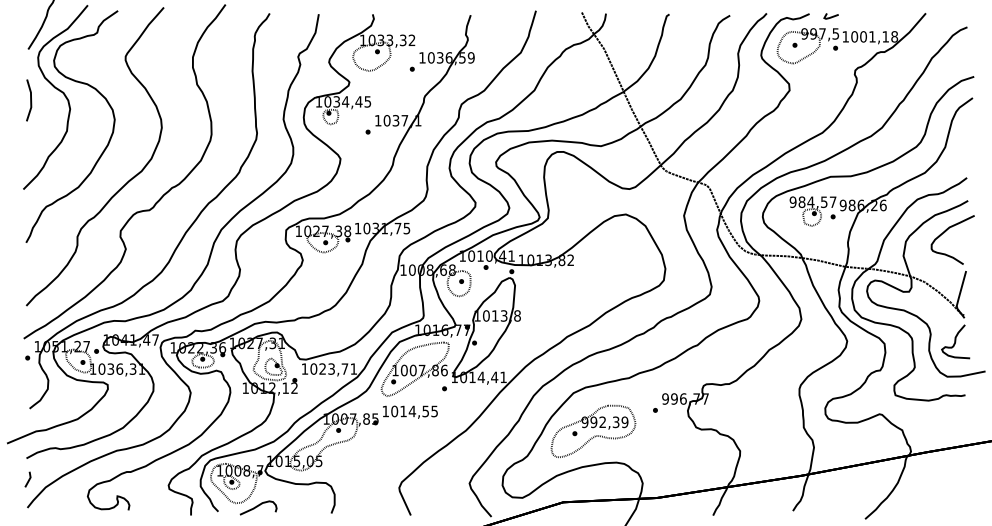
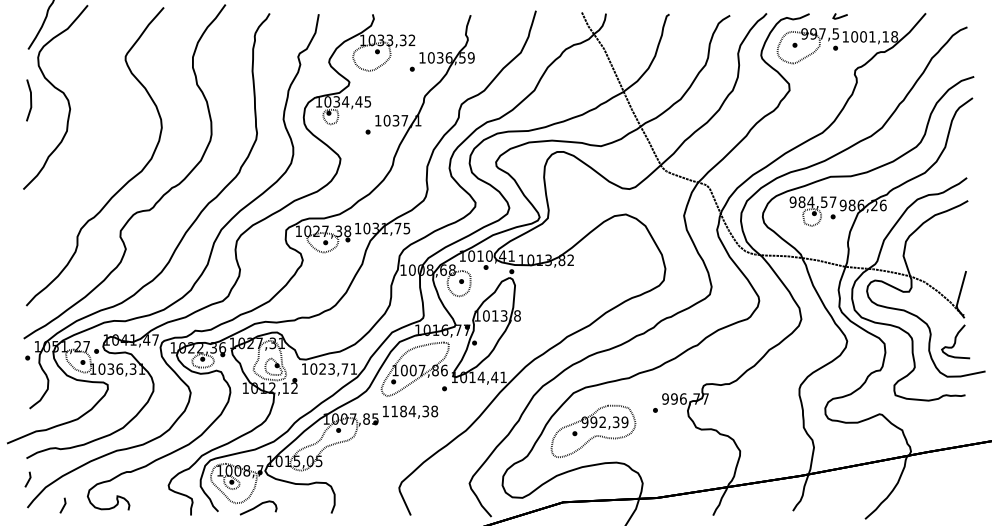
line at (830, 16) position: (830, 16) -> (839, 16)
curve at (105, 146): present -> none
curve at (945, 232): present -> none
text at (414, 411): 1014,55 -> 1184,38
line at (63, 505): none -> present
